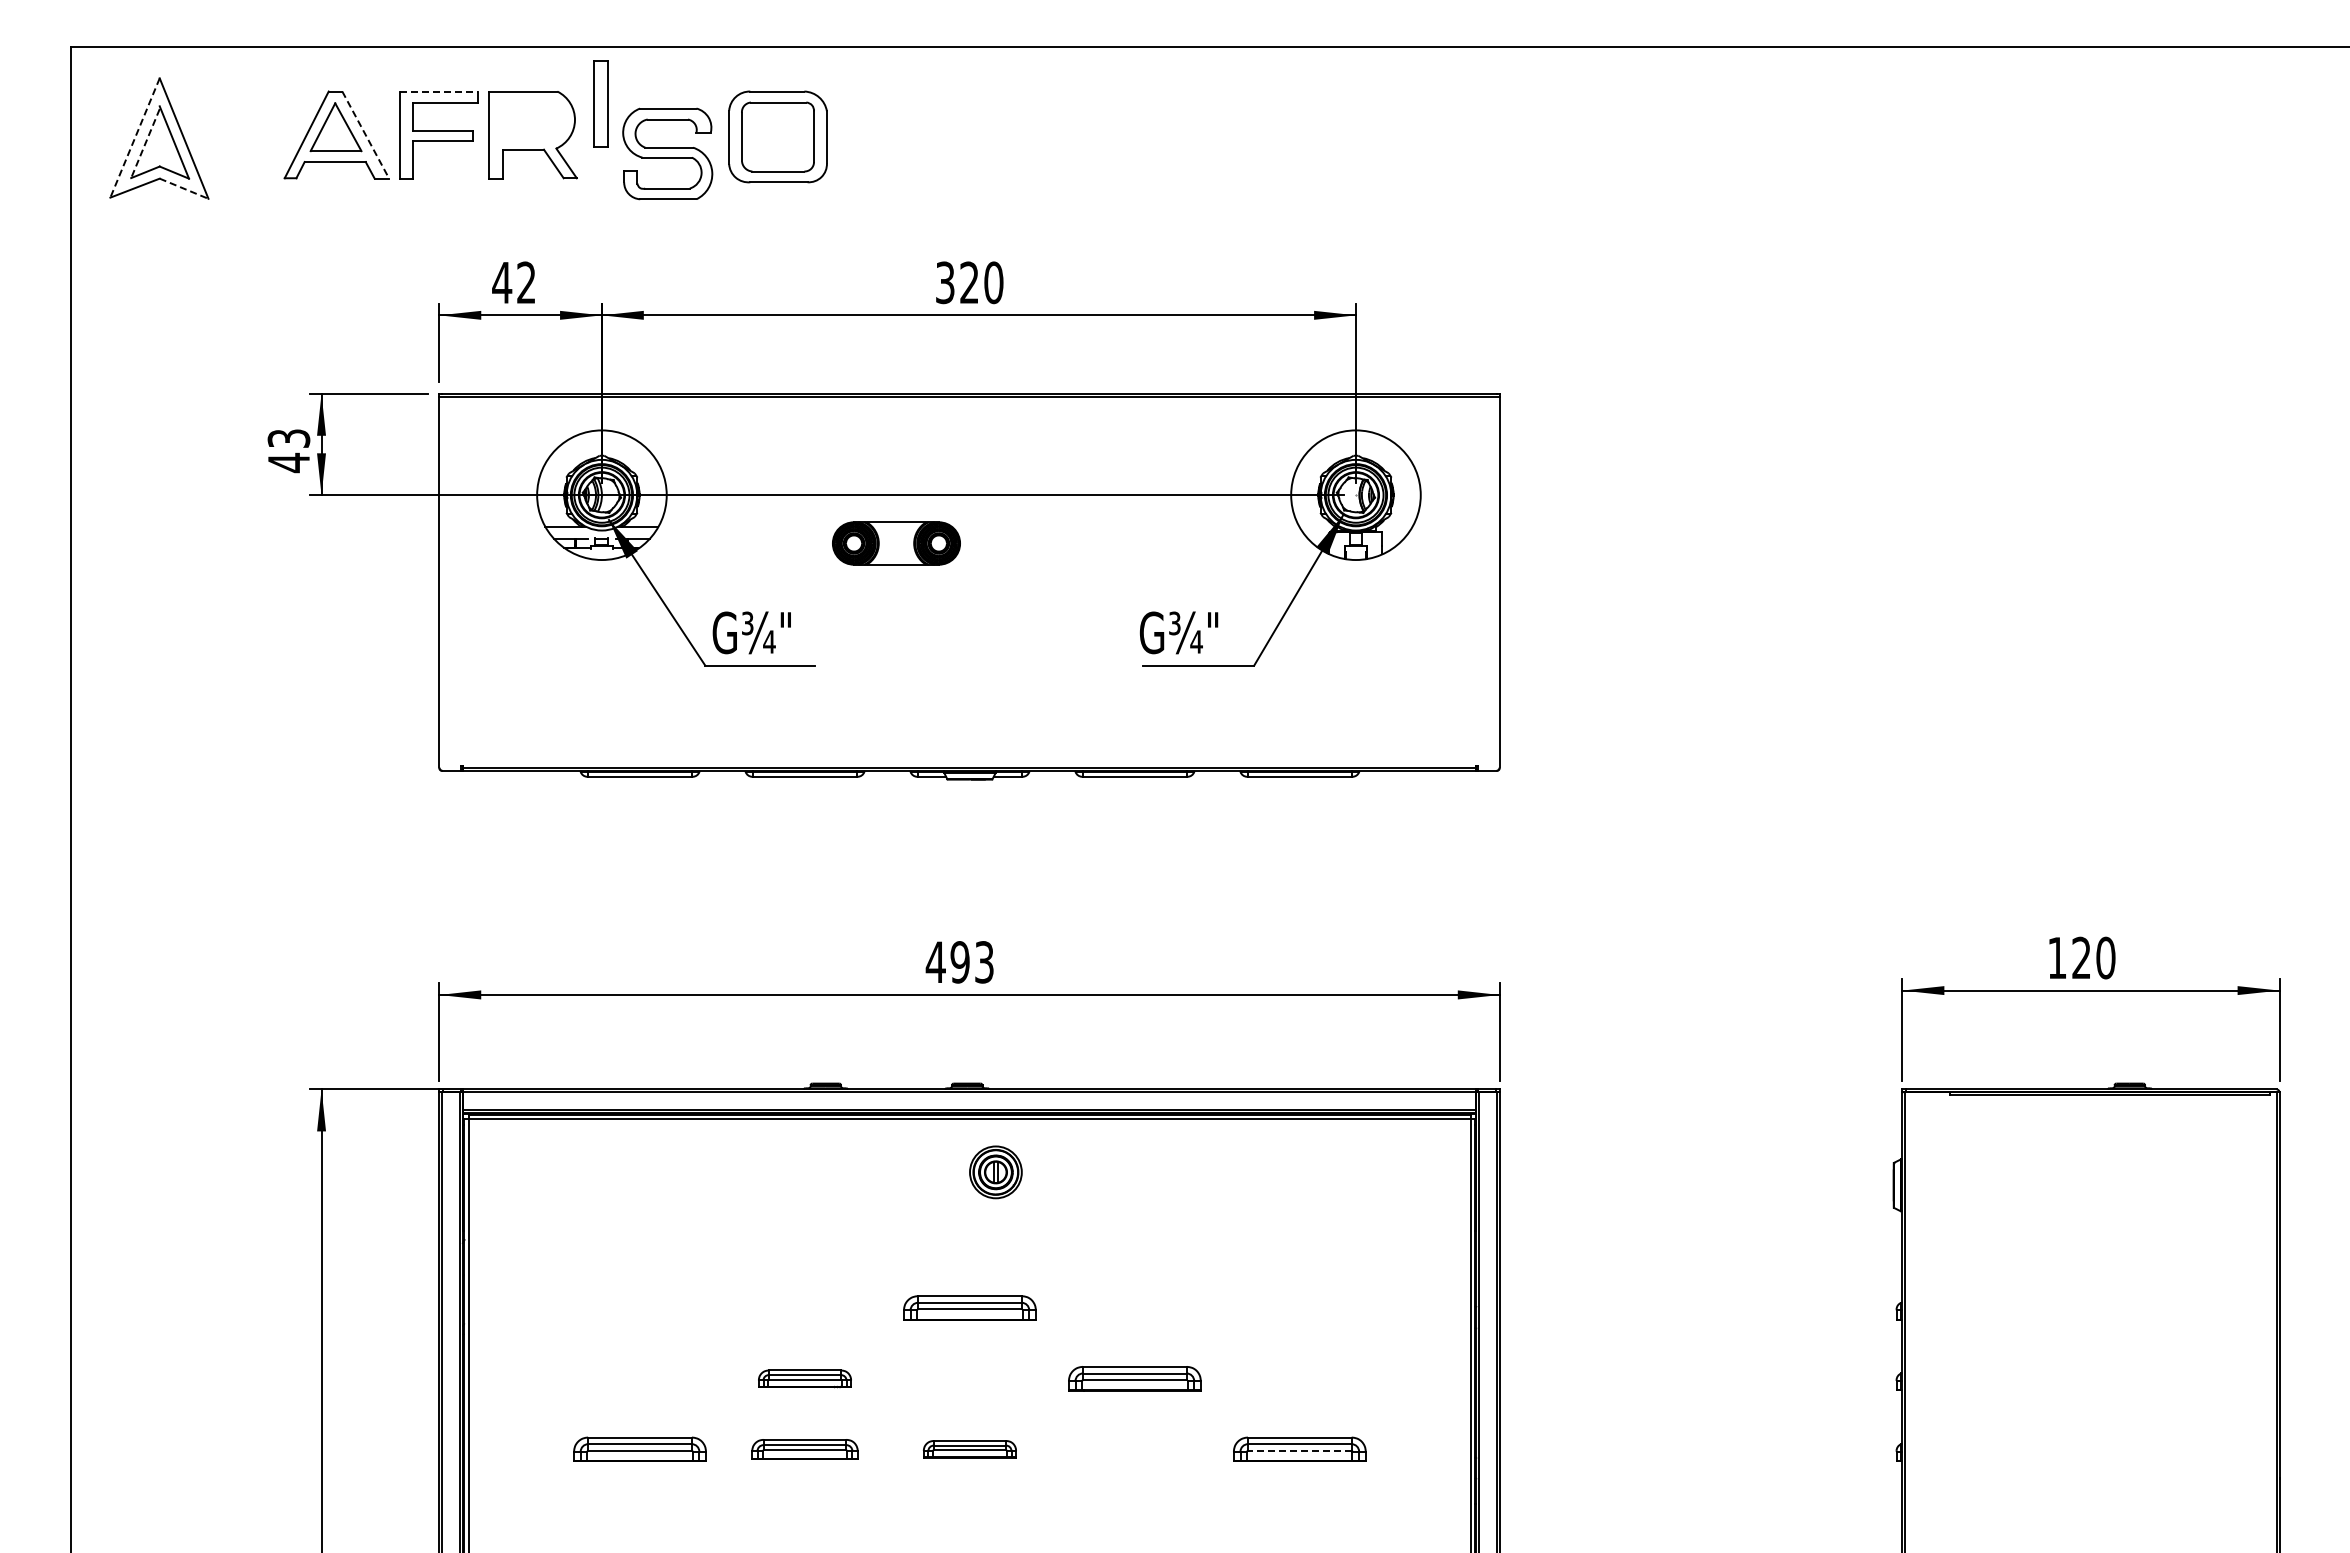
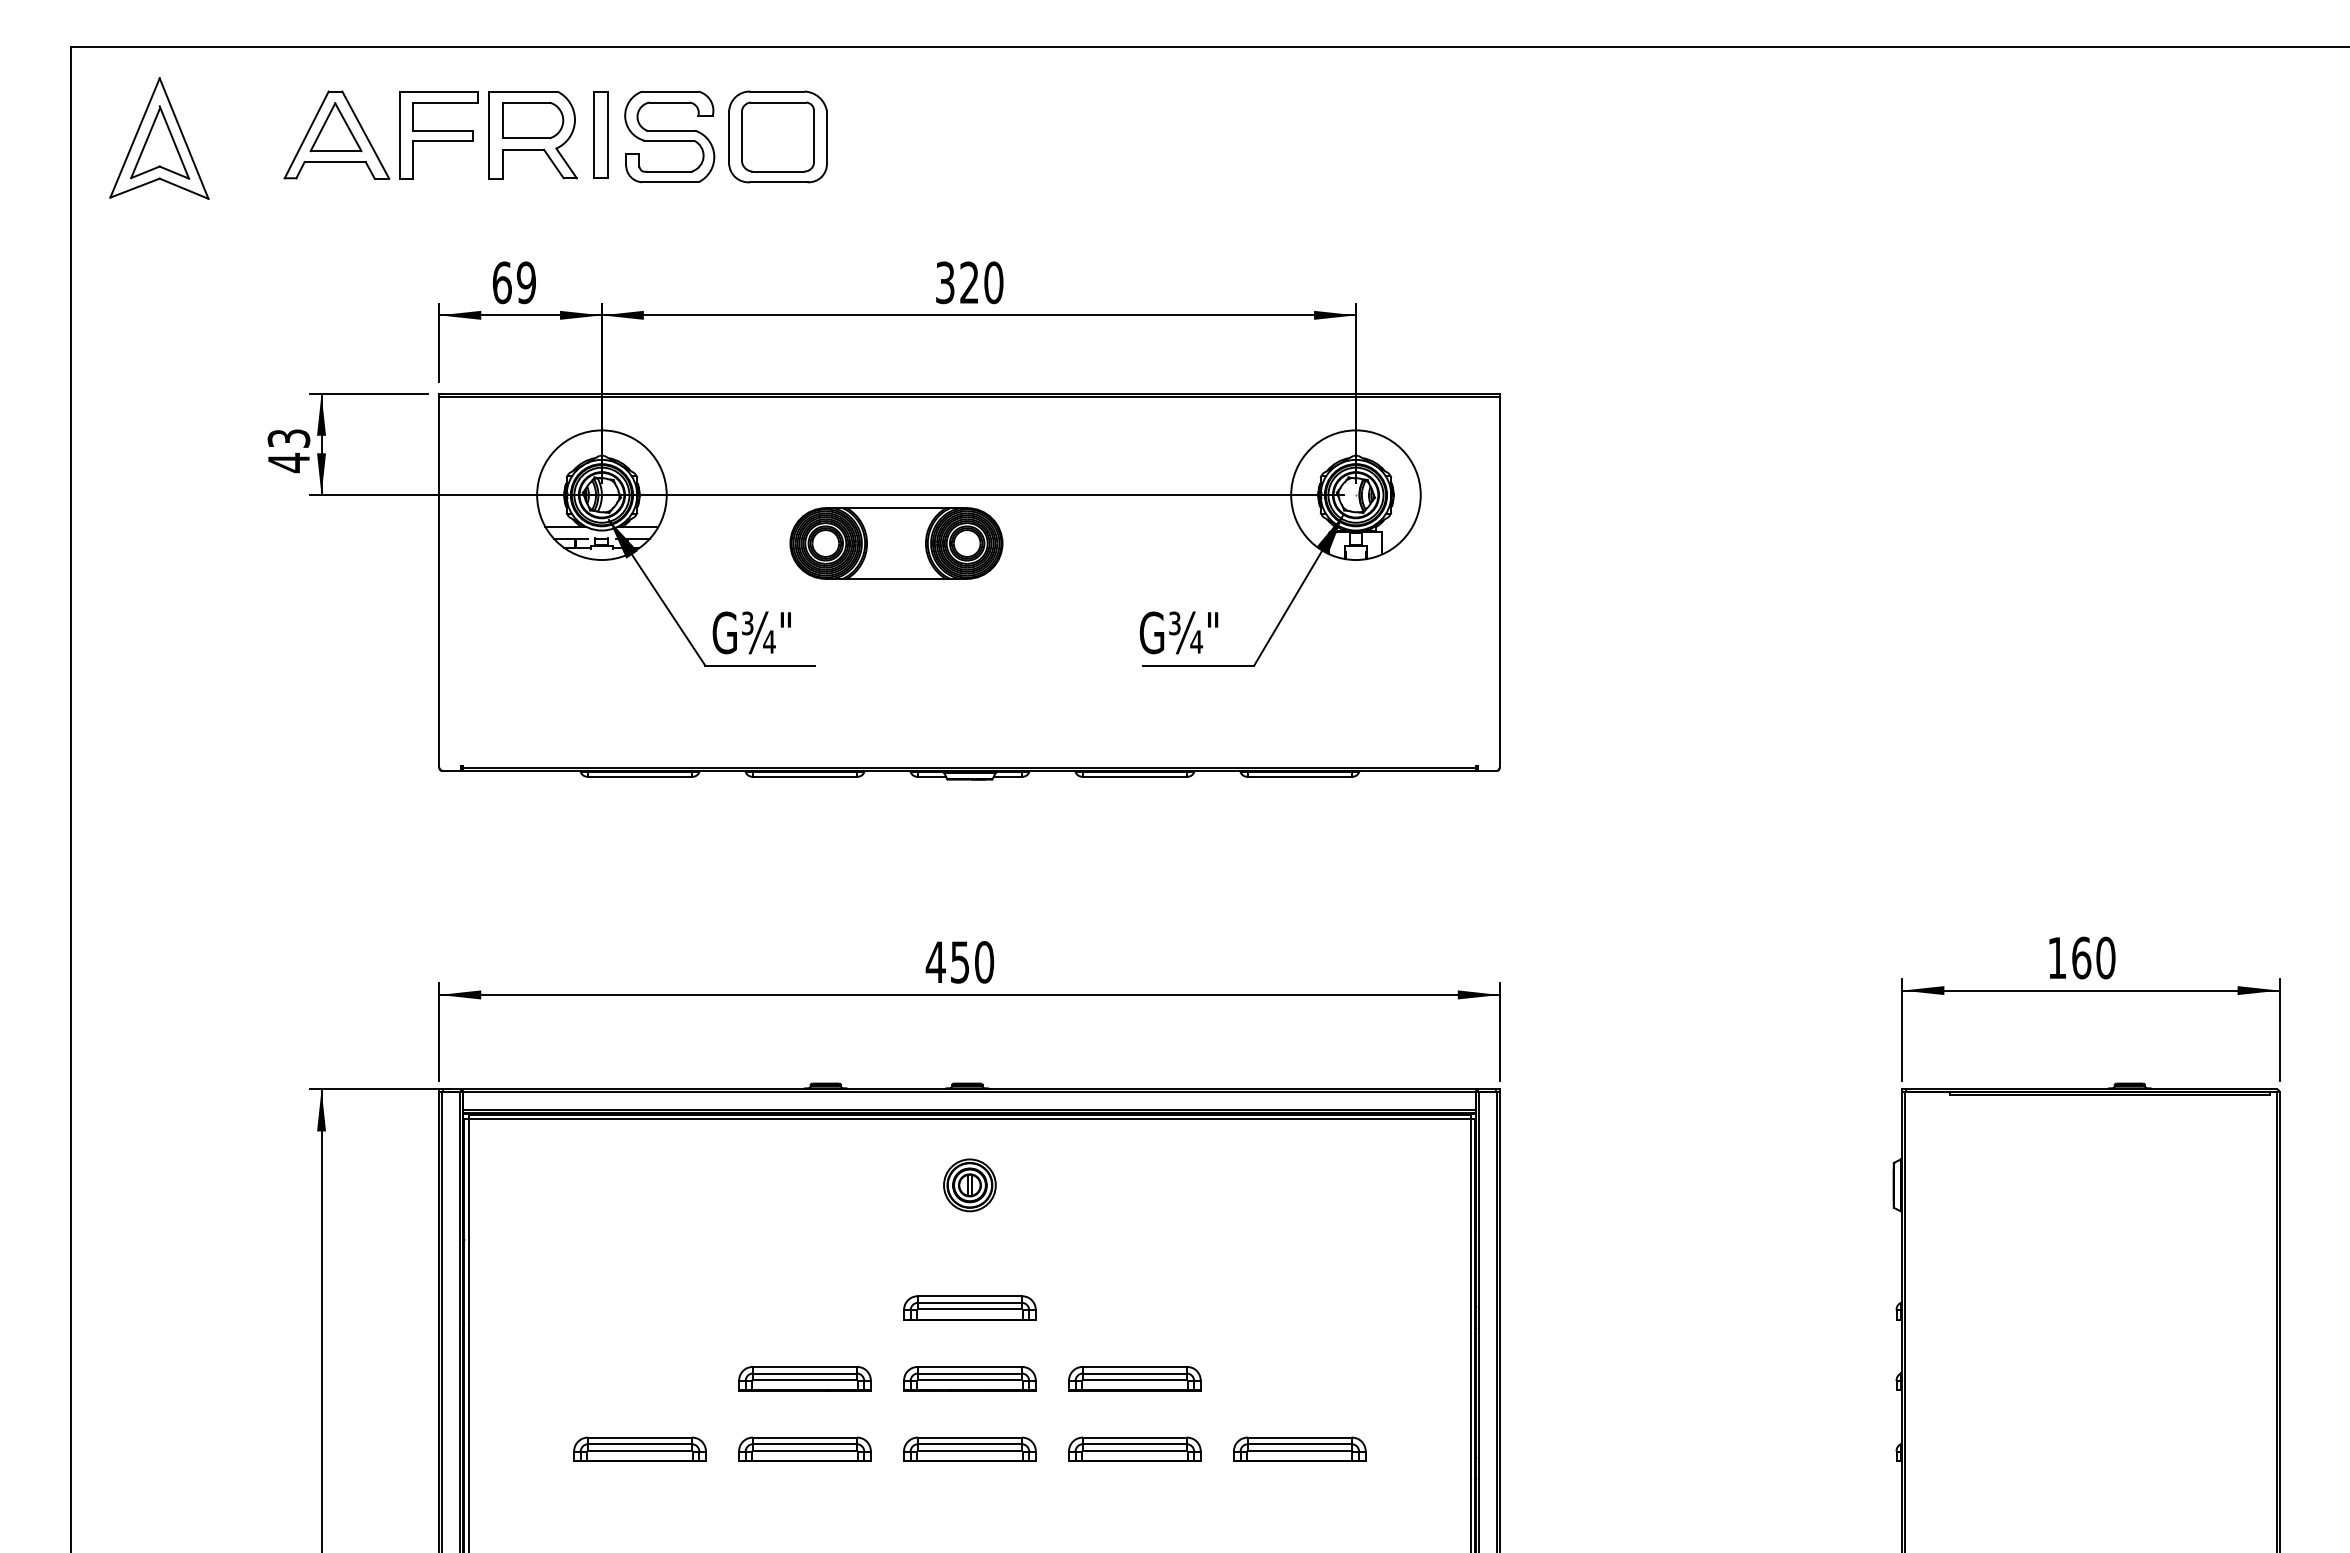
line at (439, 91): dashed -> solid
part at (600, 103) position: (600, 103) -> (600, 134)
part at (533, 119): none -> present
line at (366, 135): dashed -> solid
line at (135, 137): dashed -> solid
line at (145, 144): dashed -> solid
part at (667, 153) position: (667, 153) -> (669, 136)
line at (184, 188): dashed -> solid
text at (513, 282): 42 -> 69
part at (896, 543) size: 129x45 px -> 215x73 px
text at (2081, 957): 120 -> 160
text at (972, 962): 493 -> 450
part at (995, 1172) position: (995, 1172) -> (969, 1185)
part at (804, 1378) size: 94x20 px -> 134x26 px
part at (969, 1378): none -> present
part at (1134, 1448): none -> present
part at (804, 1449) size: 108x21 px -> 134x26 px
part at (969, 1449) size: 94x19 px -> 134x26 px
line at (1299, 1450): dashed -> solid
